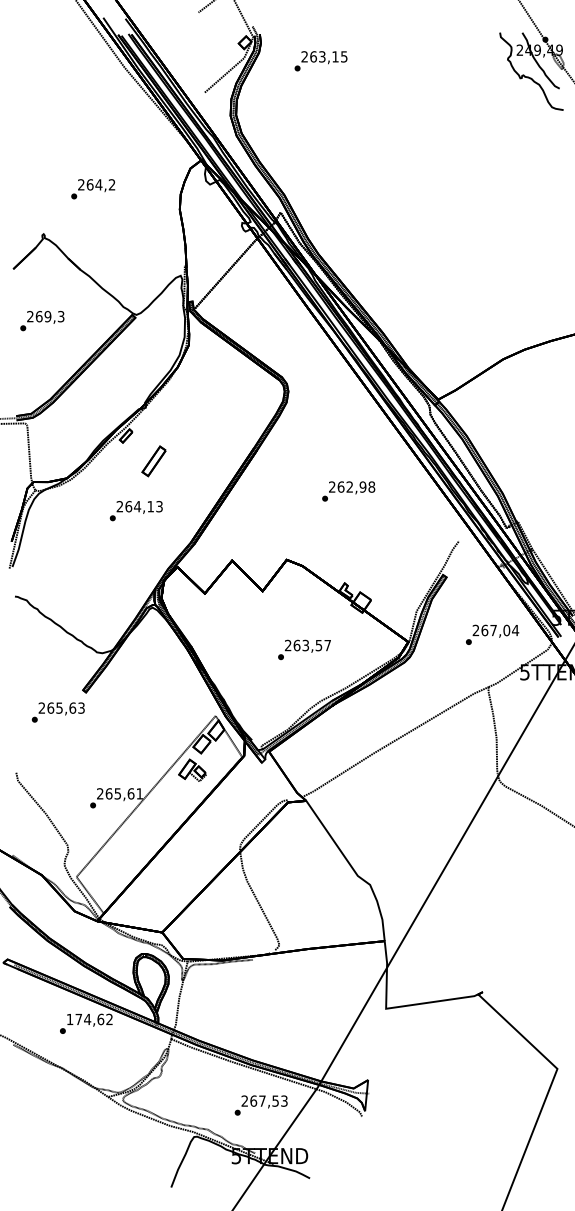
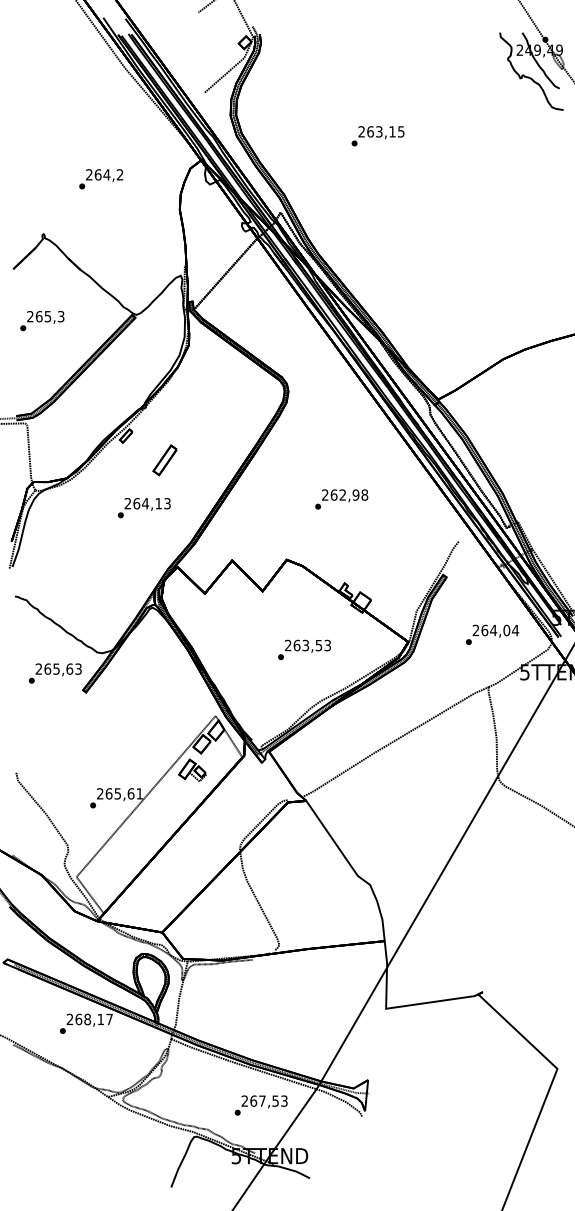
text at (320, 61) position: (320, 61) -> (377, 136)
text at (93, 189) position: (93, 189) -> (101, 179)
text at (47, 316): 269,3 -> 265,3
part at (153, 461) position: (153, 461) -> (164, 460)
text at (348, 491) position: (348, 491) -> (341, 499)
text at (135, 511) position: (135, 511) -> (143, 508)
text at (493, 630): 267,04 -> 264,04
text at (327, 645): 263,57 -> 263,53
text at (57, 712) position: (57, 712) -> (54, 673)
text at (89, 1019): 174,62 -> 268,17
